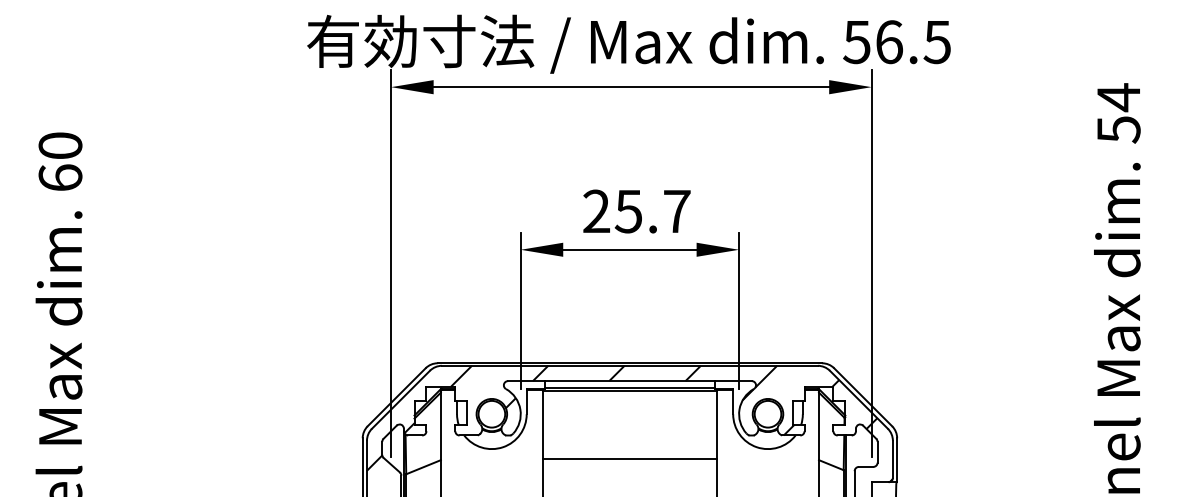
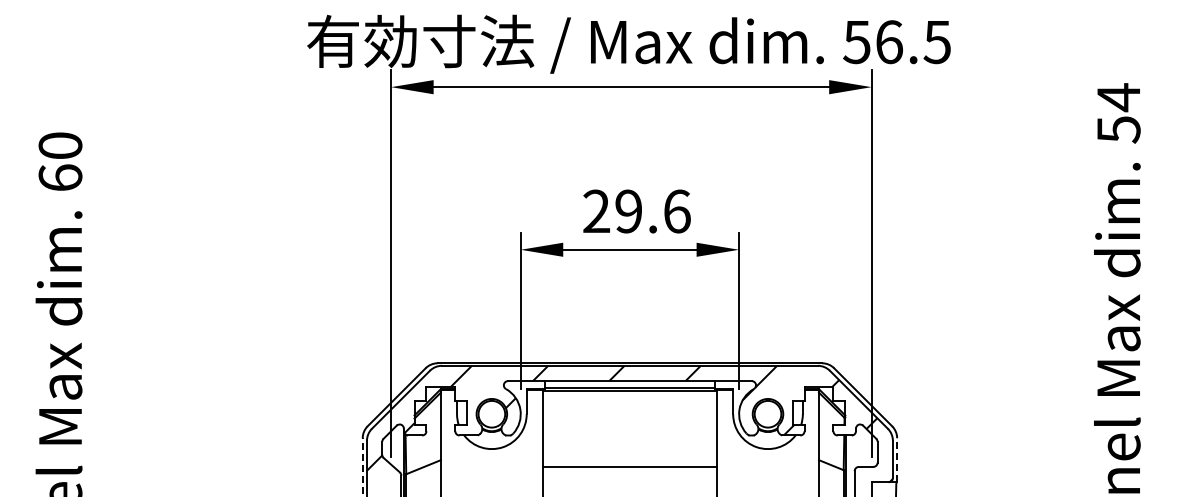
text at (652, 211): 25.7 -> 29.6
line at (629, 458) position: (629, 458) -> (629, 466)
line at (897, 460): solid -> dashed
line at (362, 467): solid -> dashed
